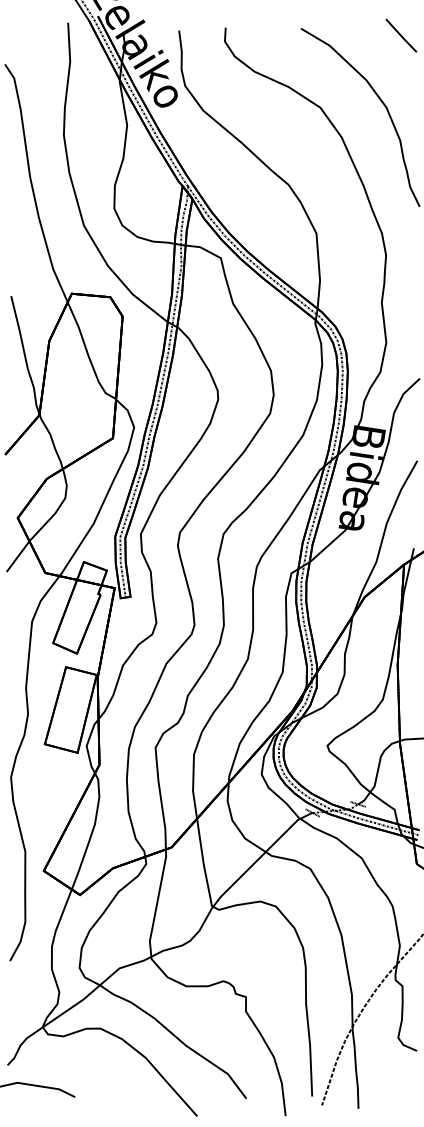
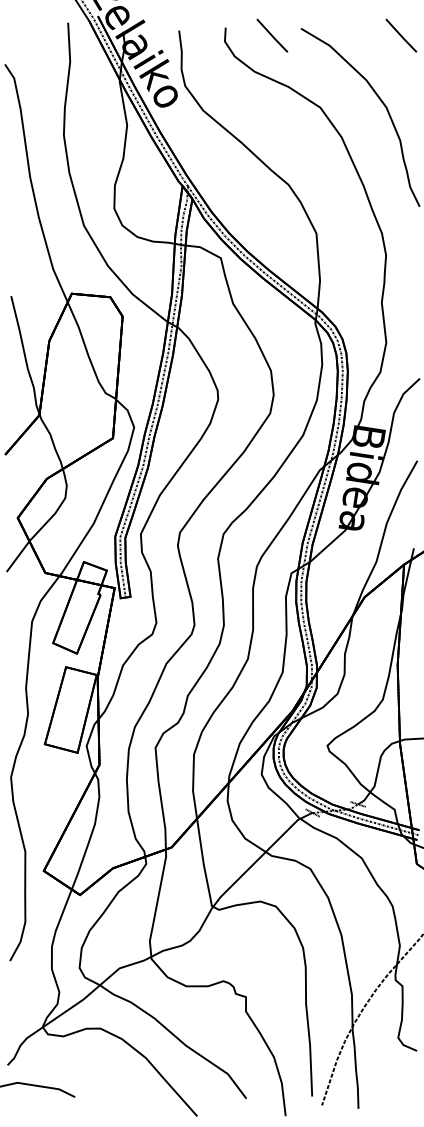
line at (272, 35): none -> present
